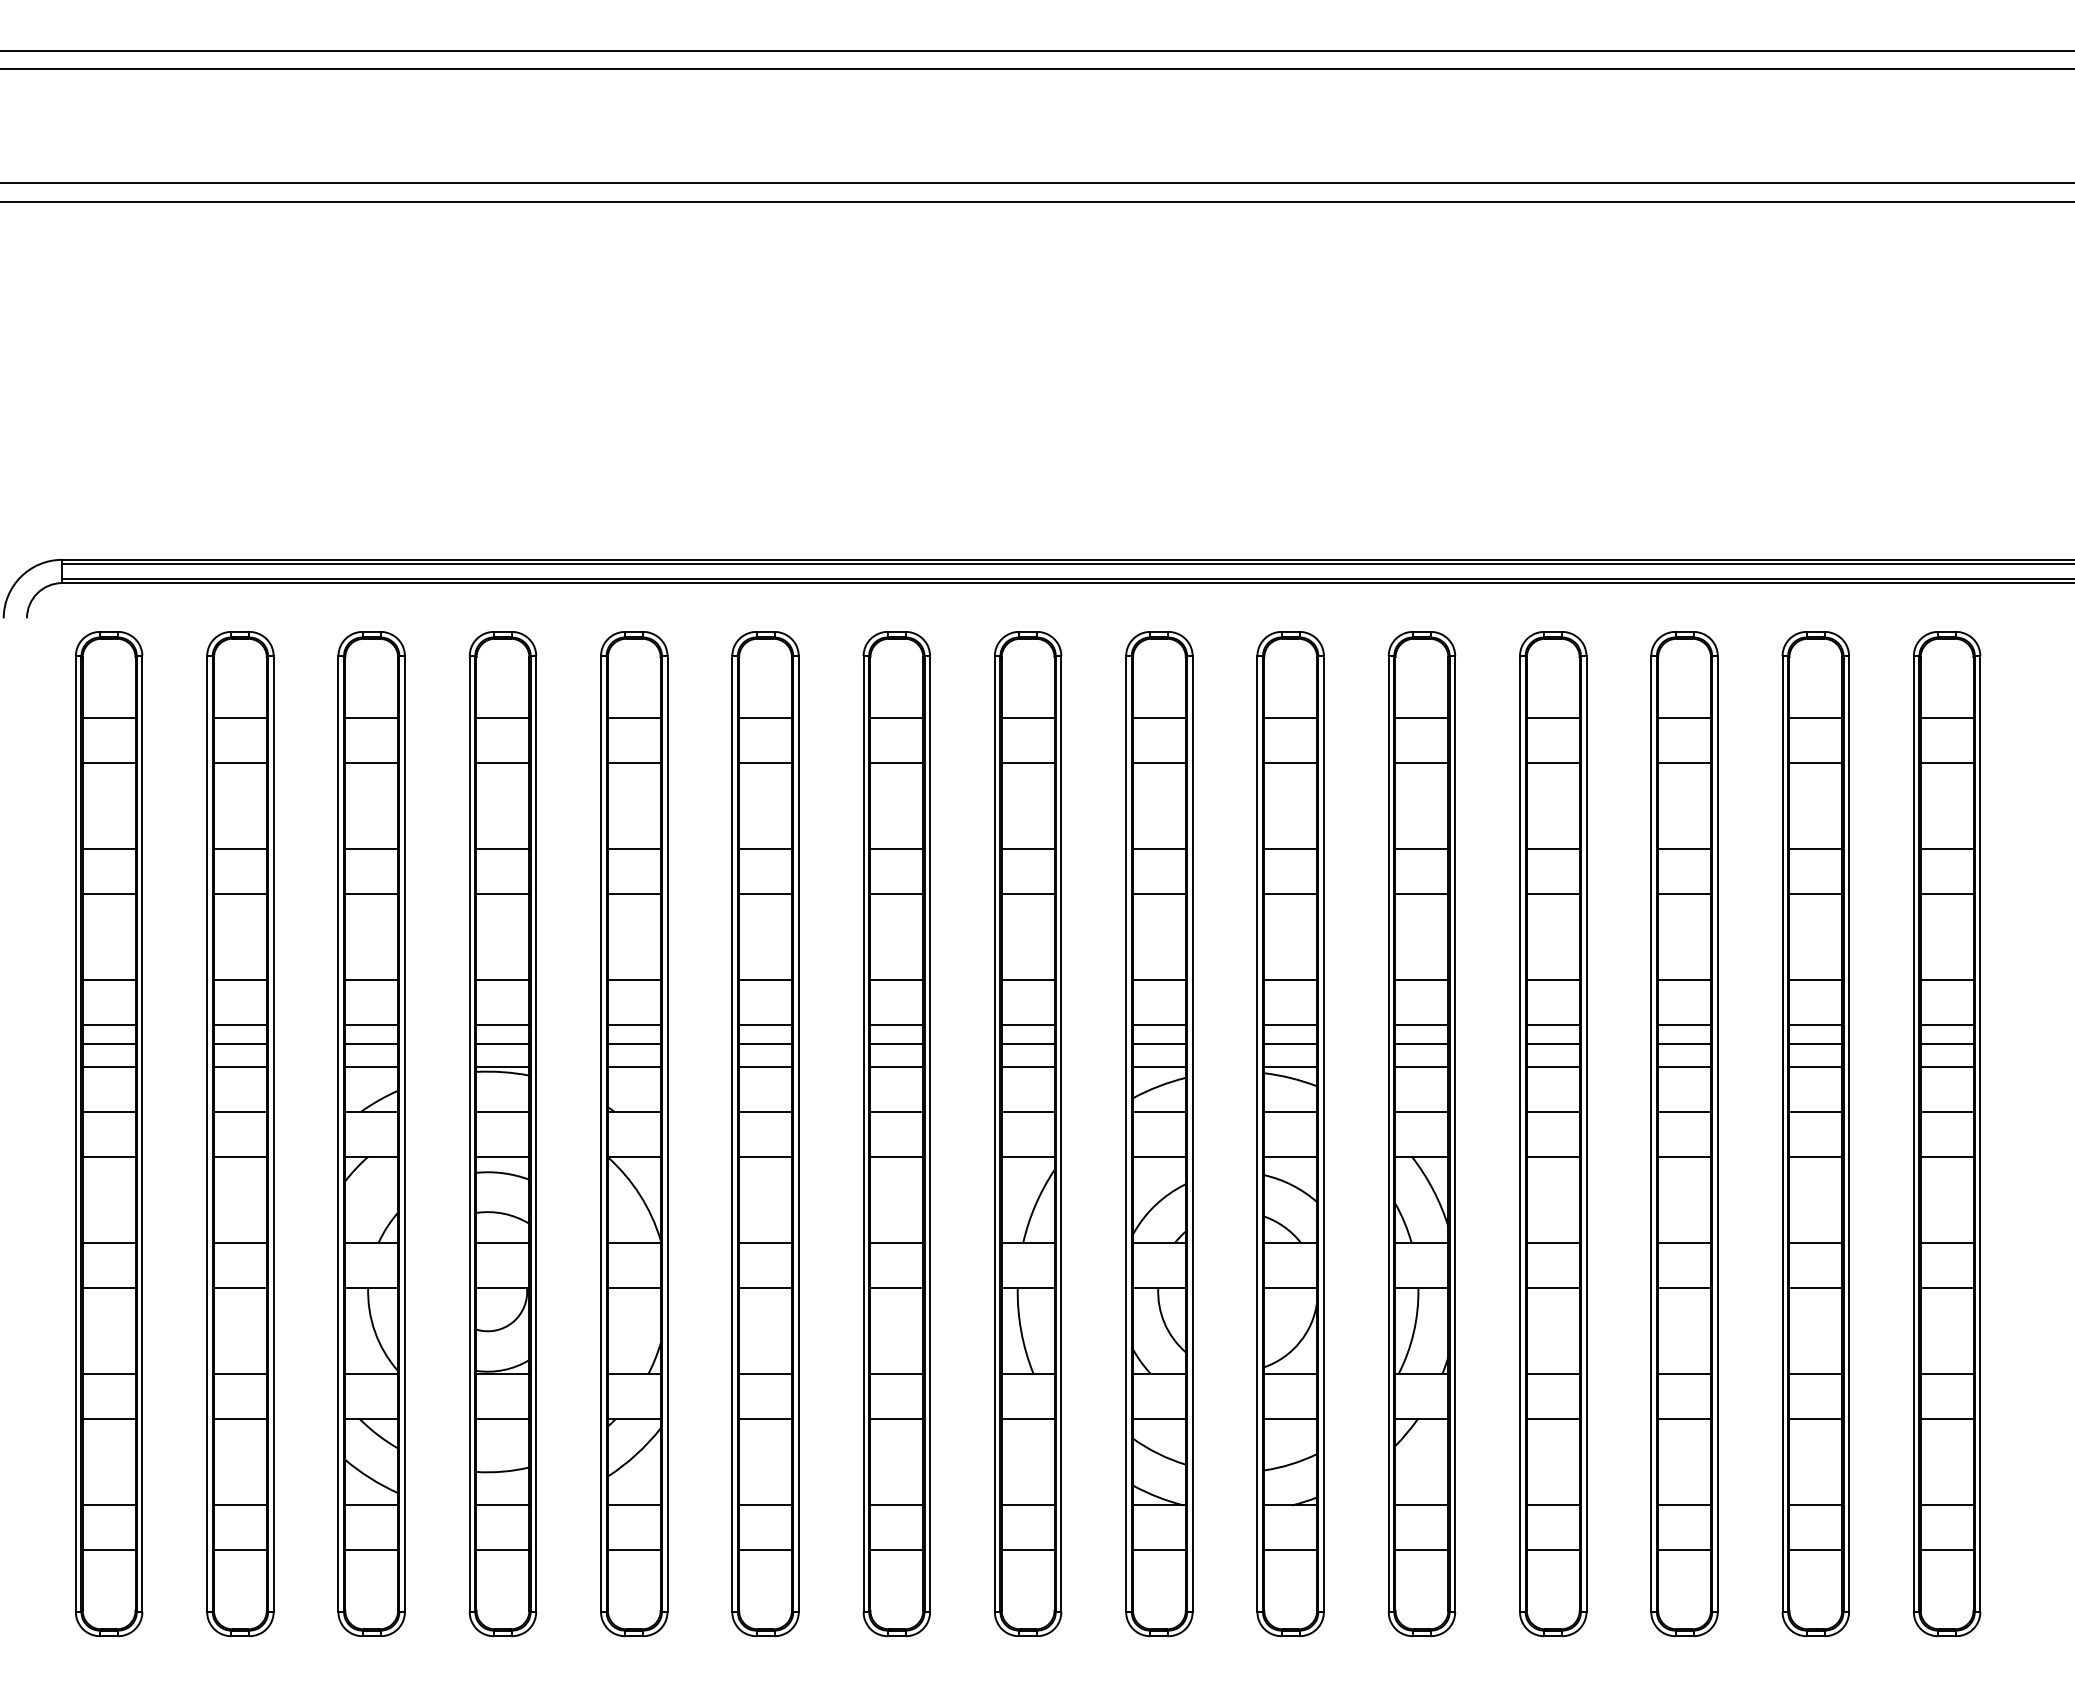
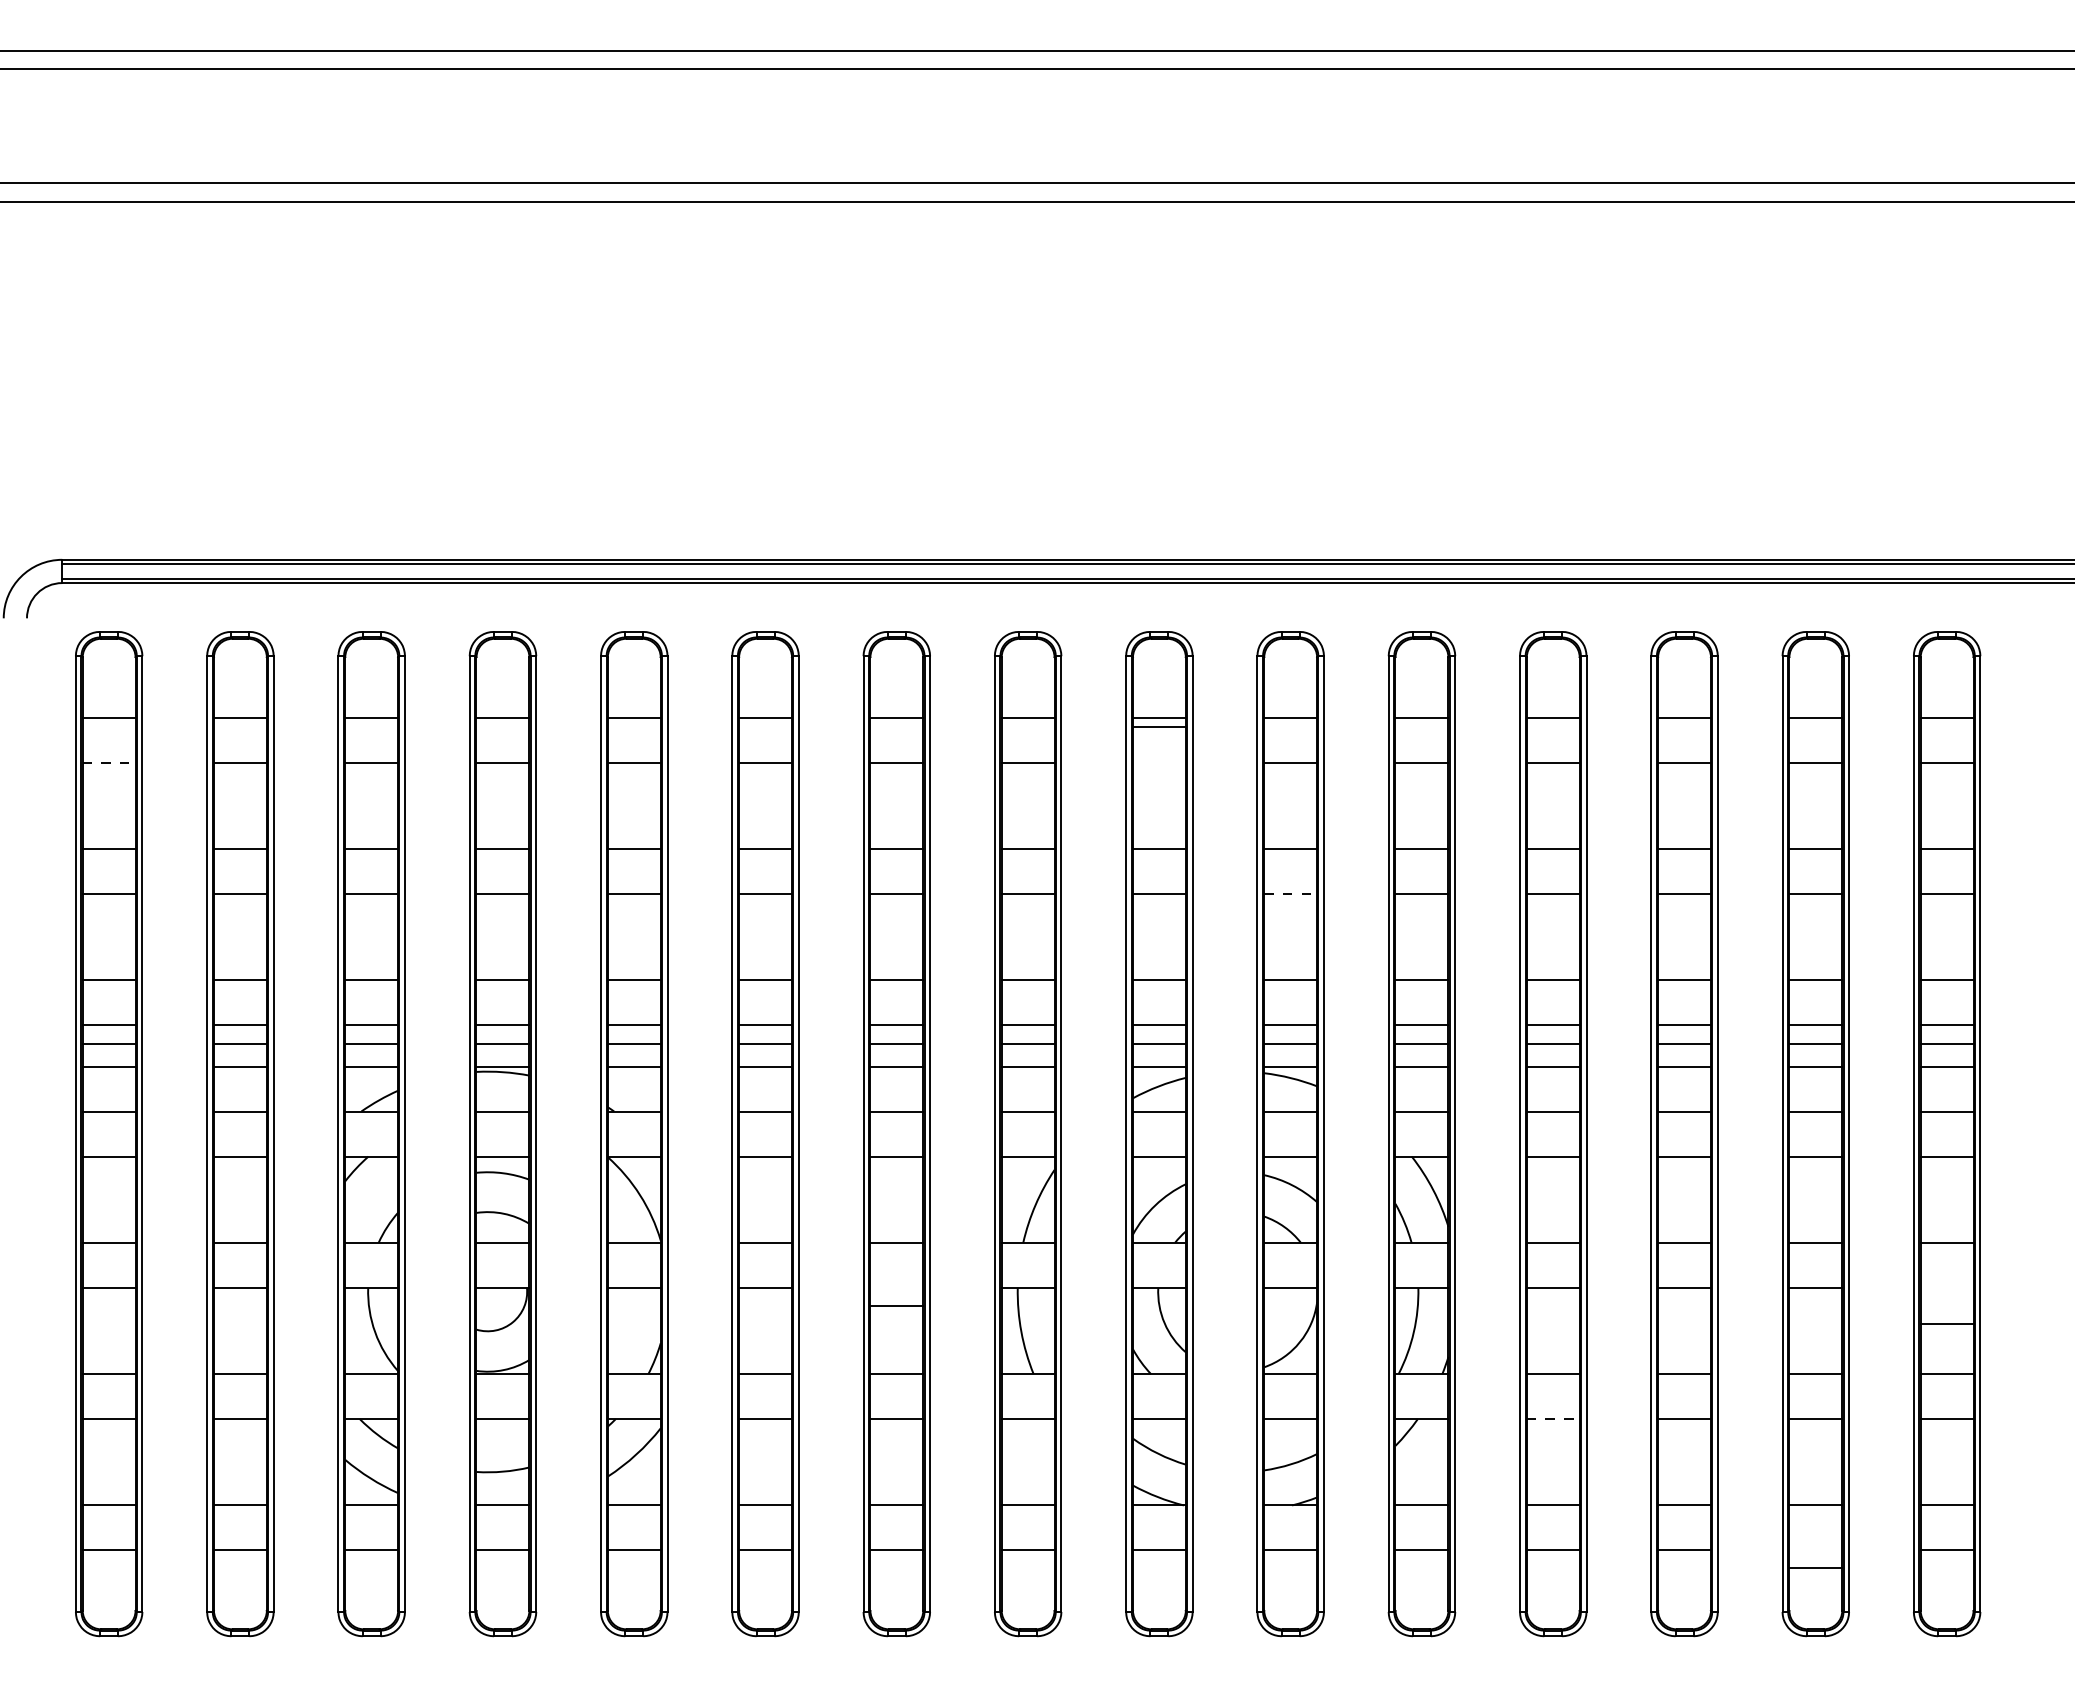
line at (109, 762): solid -> dashed
line at (1158, 762) position: (1158, 762) -> (1158, 726)
line at (1291, 894): solid -> dashed
line at (896, 1287) position: (896, 1287) -> (896, 1305)
line at (1946, 1287) position: (1946, 1287) -> (1946, 1323)
line at (1553, 1419): solid -> dashed
line at (1815, 1550) position: (1815, 1550) -> (1815, 1568)
